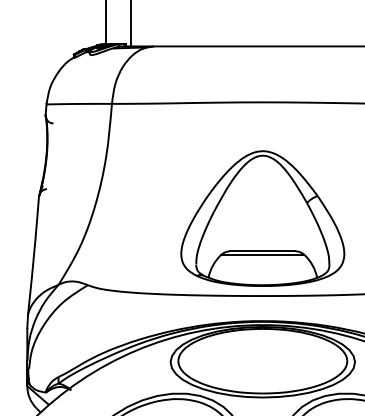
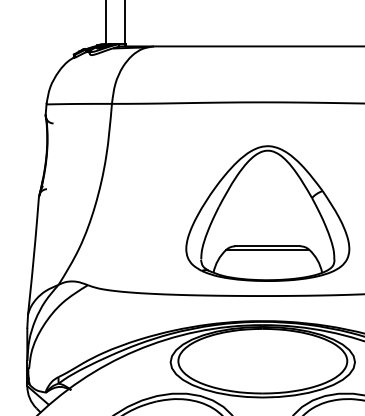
line at (130, 24) position: (130, 24) -> (124, 24)
part at (262, 218) position: (262, 218) -> (267, 213)
